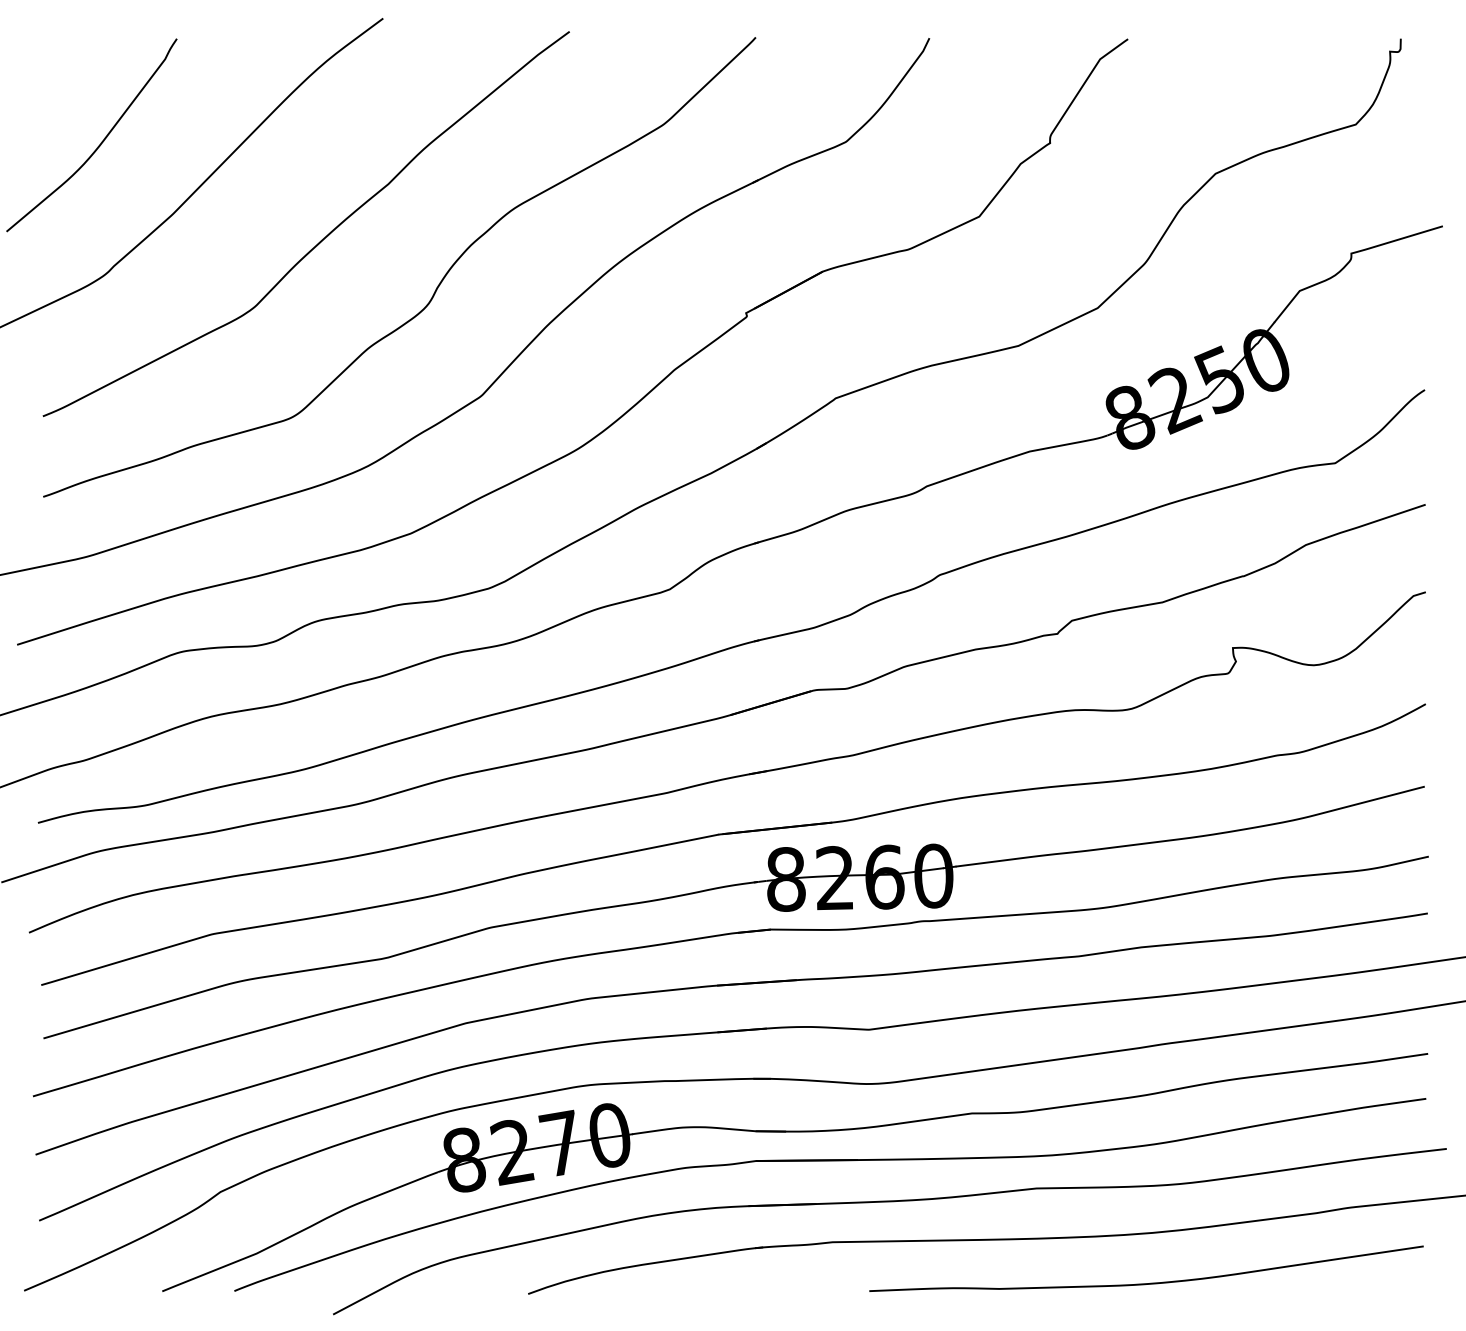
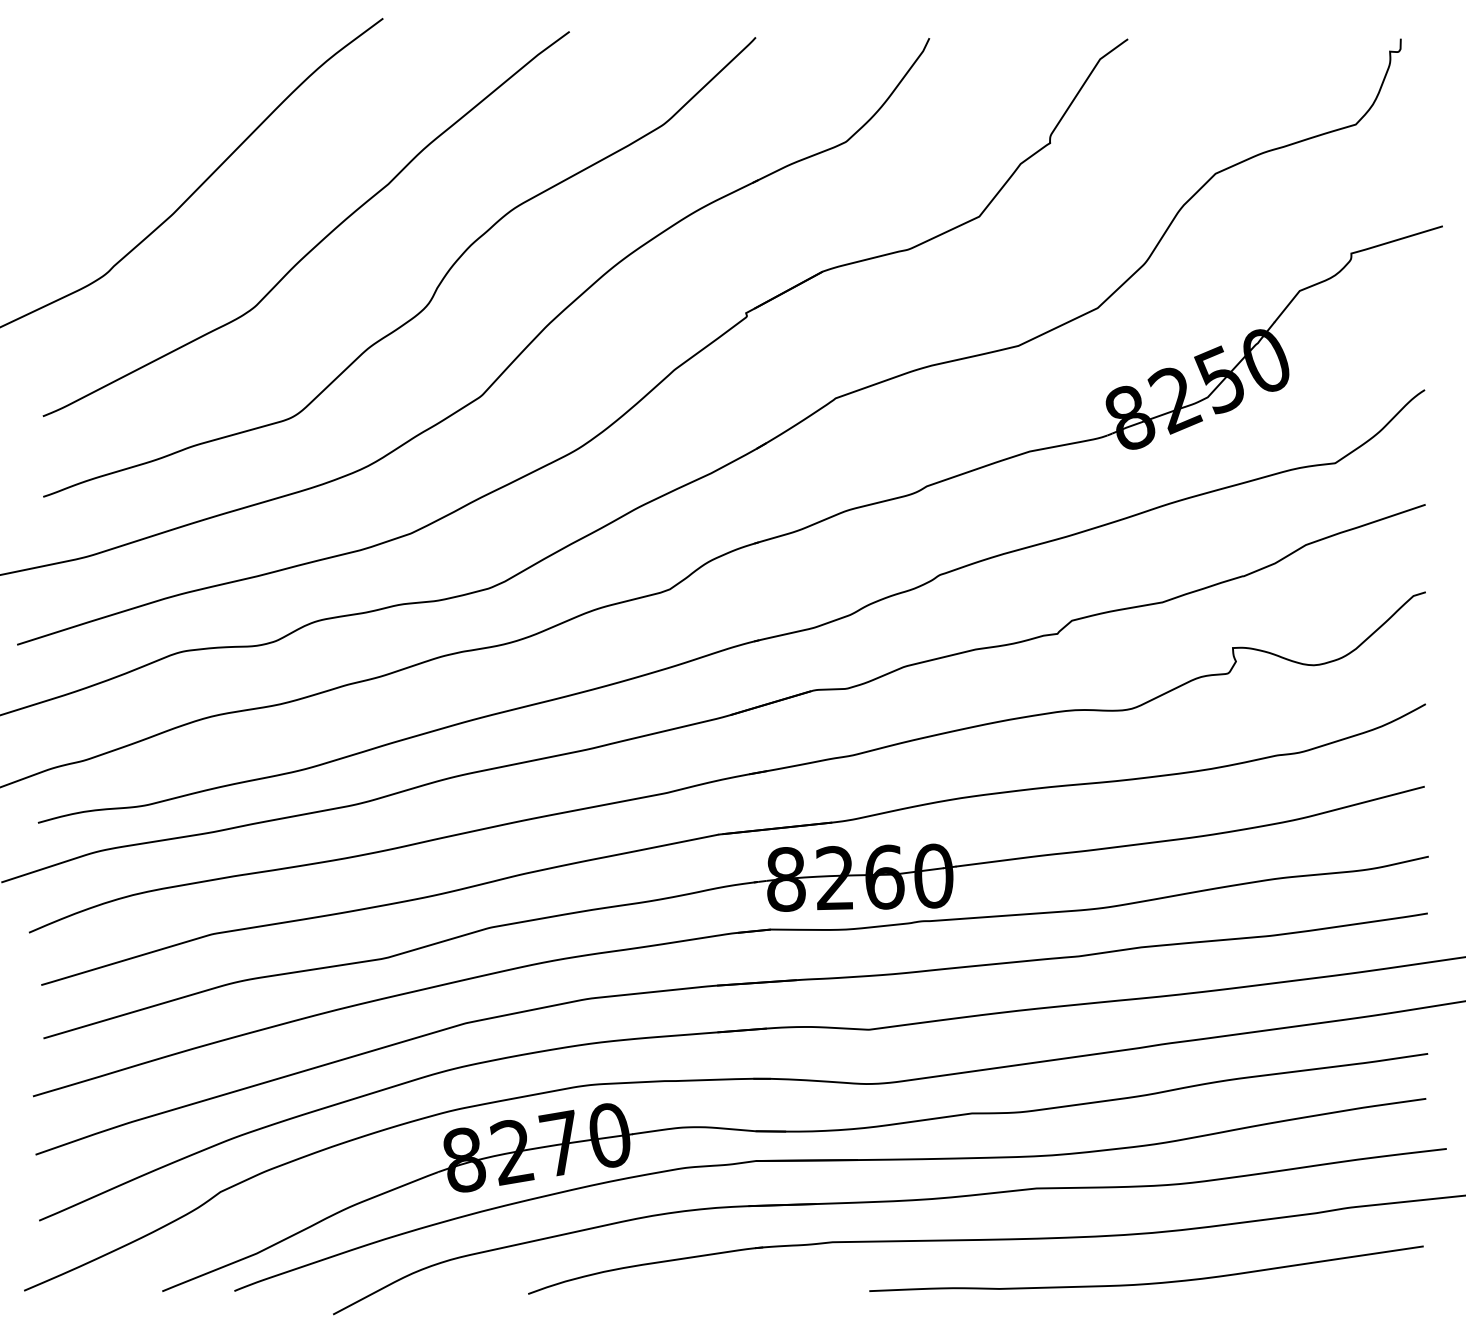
curve at (101, 141): present -> none
